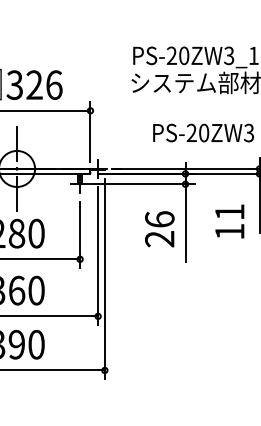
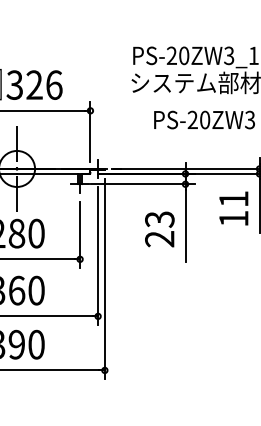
text at (203, 132) position: (203, 132) -> (204, 119)
text at (159, 219): 26 -> 23
text at (229, 221) position: (229, 221) -> (233, 208)
